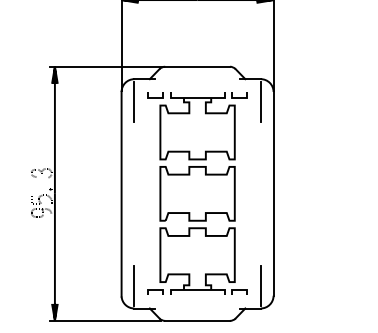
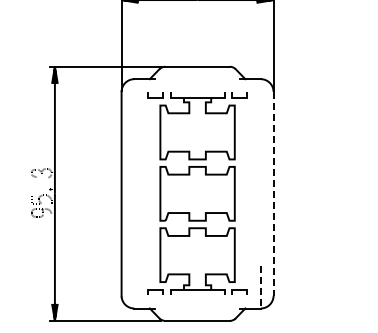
line at (134, 101): present -> none
line at (260, 101): present -> none
line at (273, 193): solid -> dashed
line at (134, 285): present -> none
line at (260, 285): solid -> dashed
